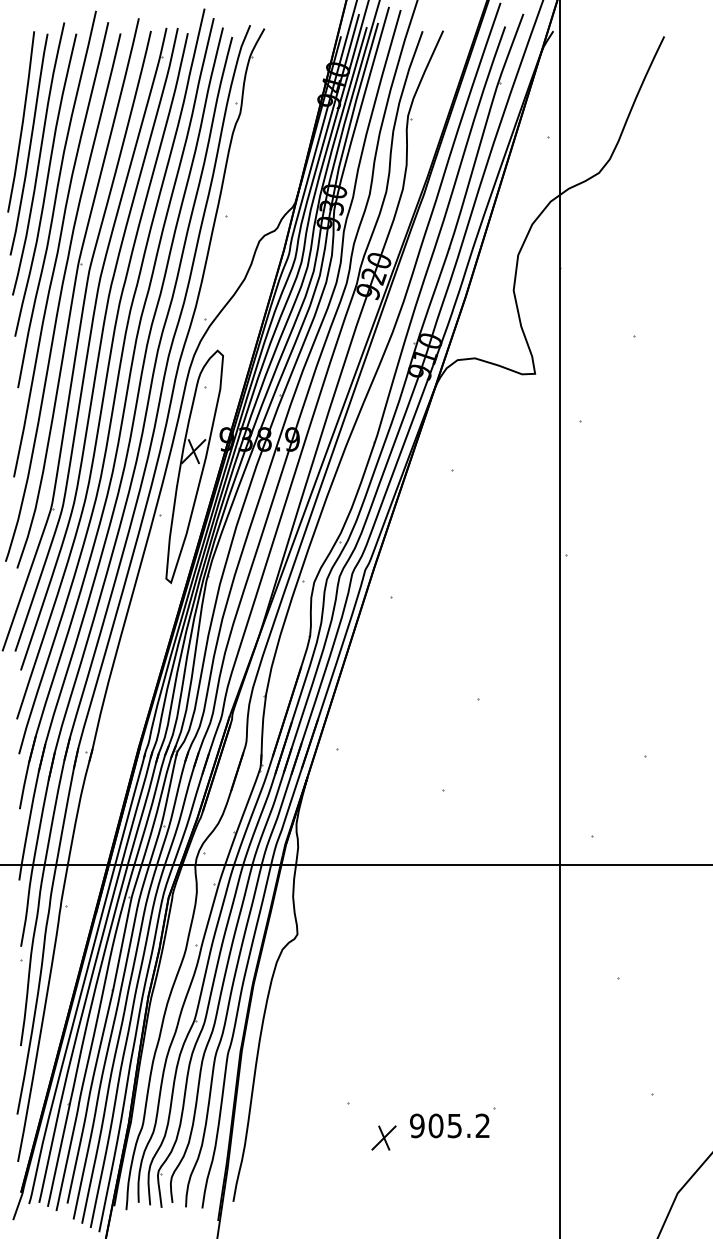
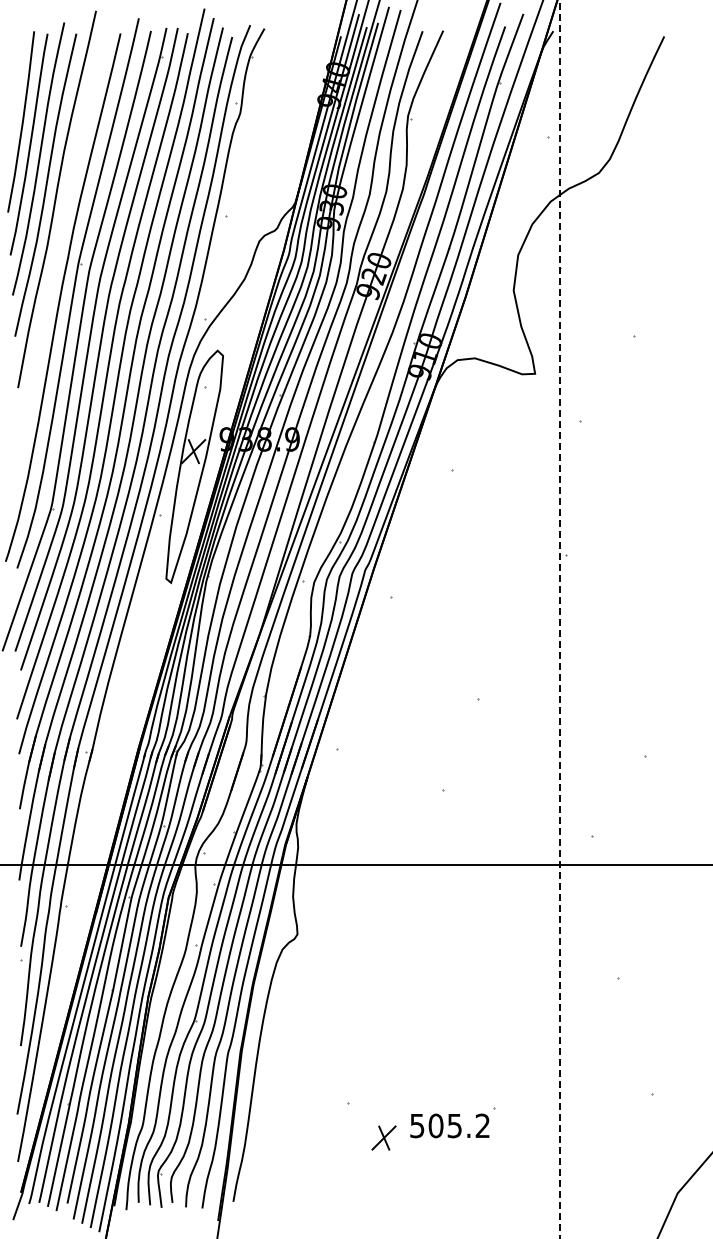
curve at (59, 249): present -> none
line at (559, 619): solid -> dashed
text at (417, 1125): 905.2 -> 505.2
